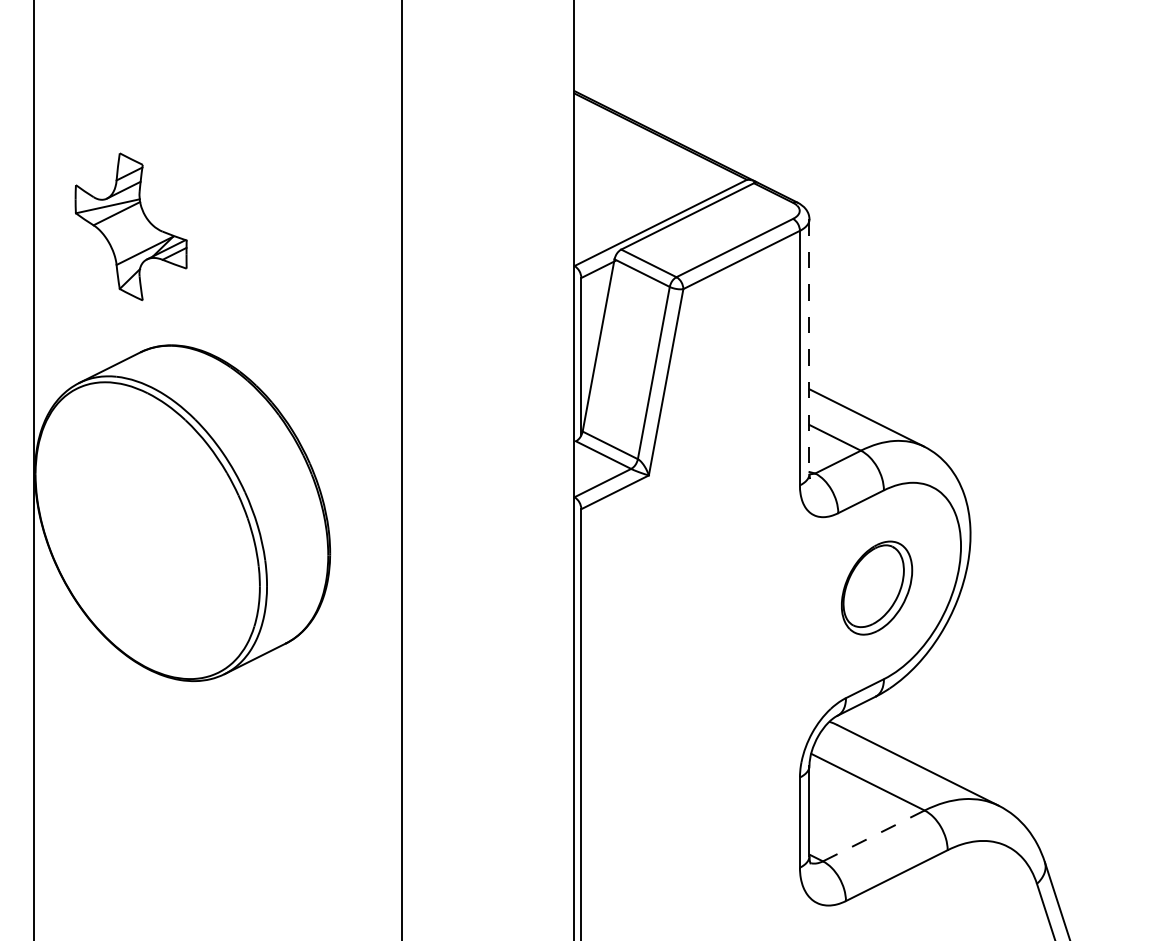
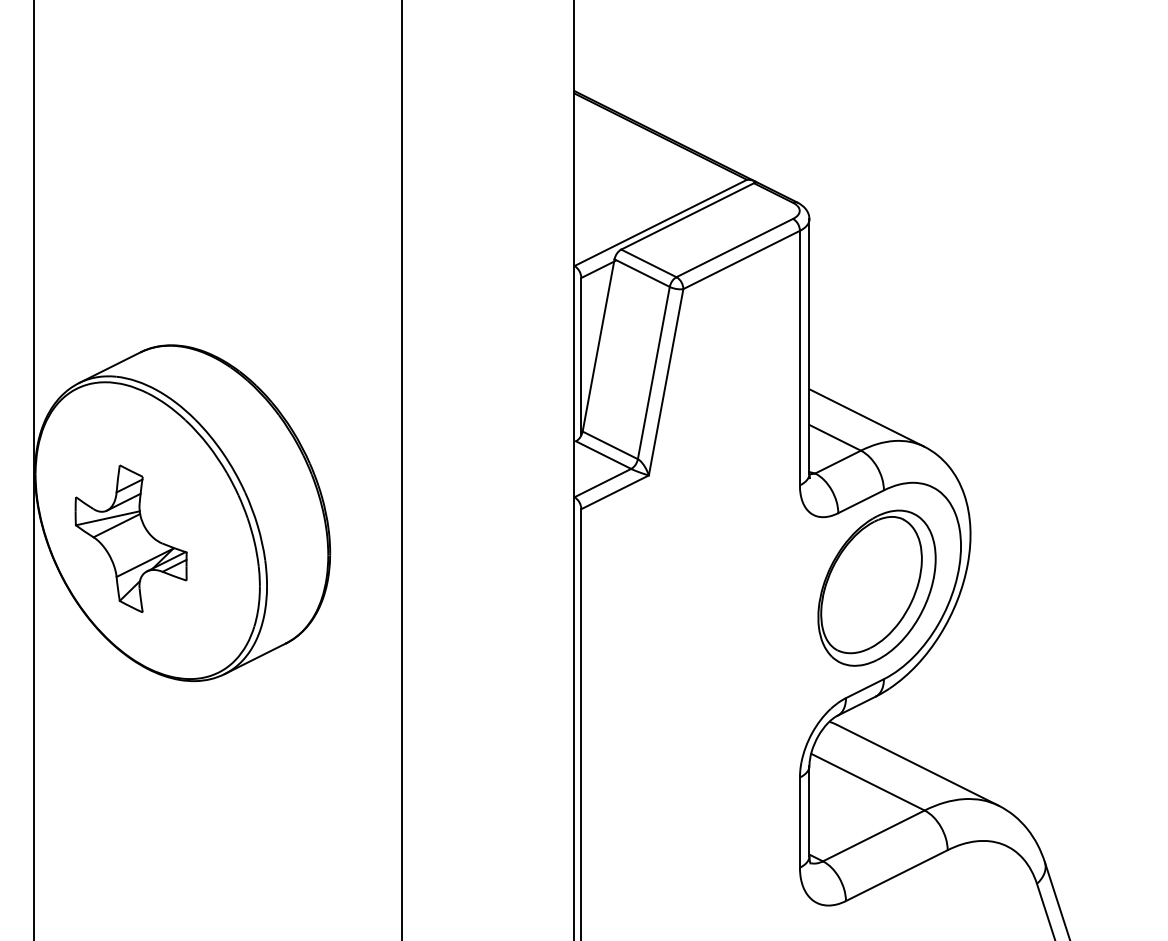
part at (130, 226) position: (130, 226) -> (130, 538)
line at (809, 347): dashed -> solid
part at (877, 587) size: 73x96 px -> 120x158 px
line at (873, 835): dashed -> solid
